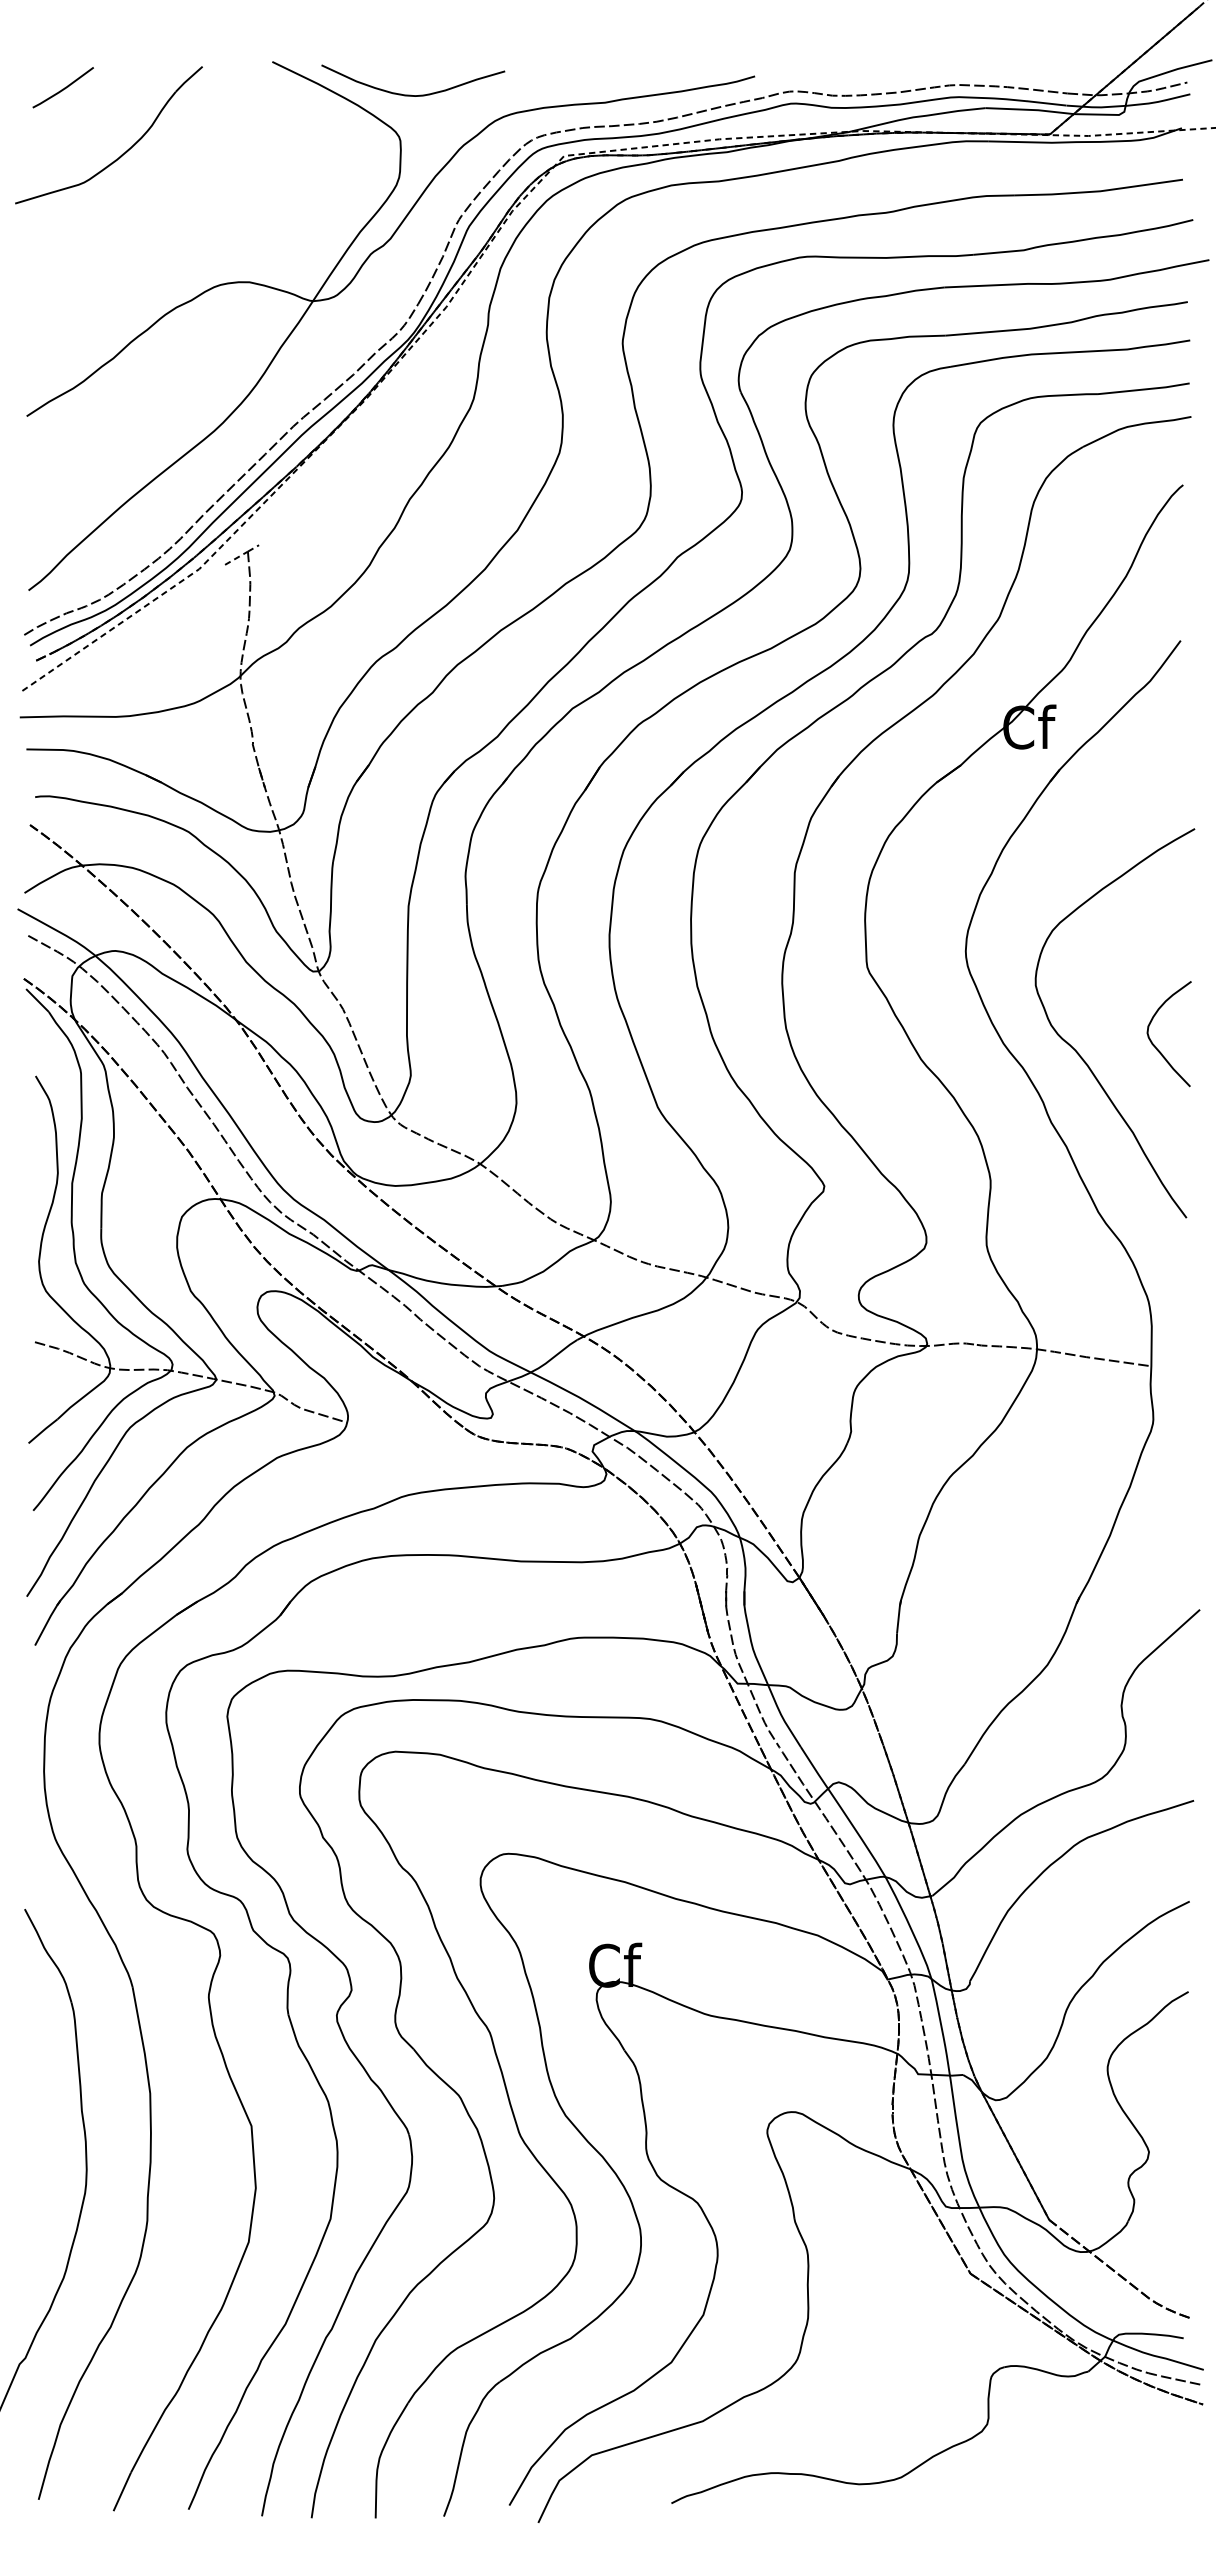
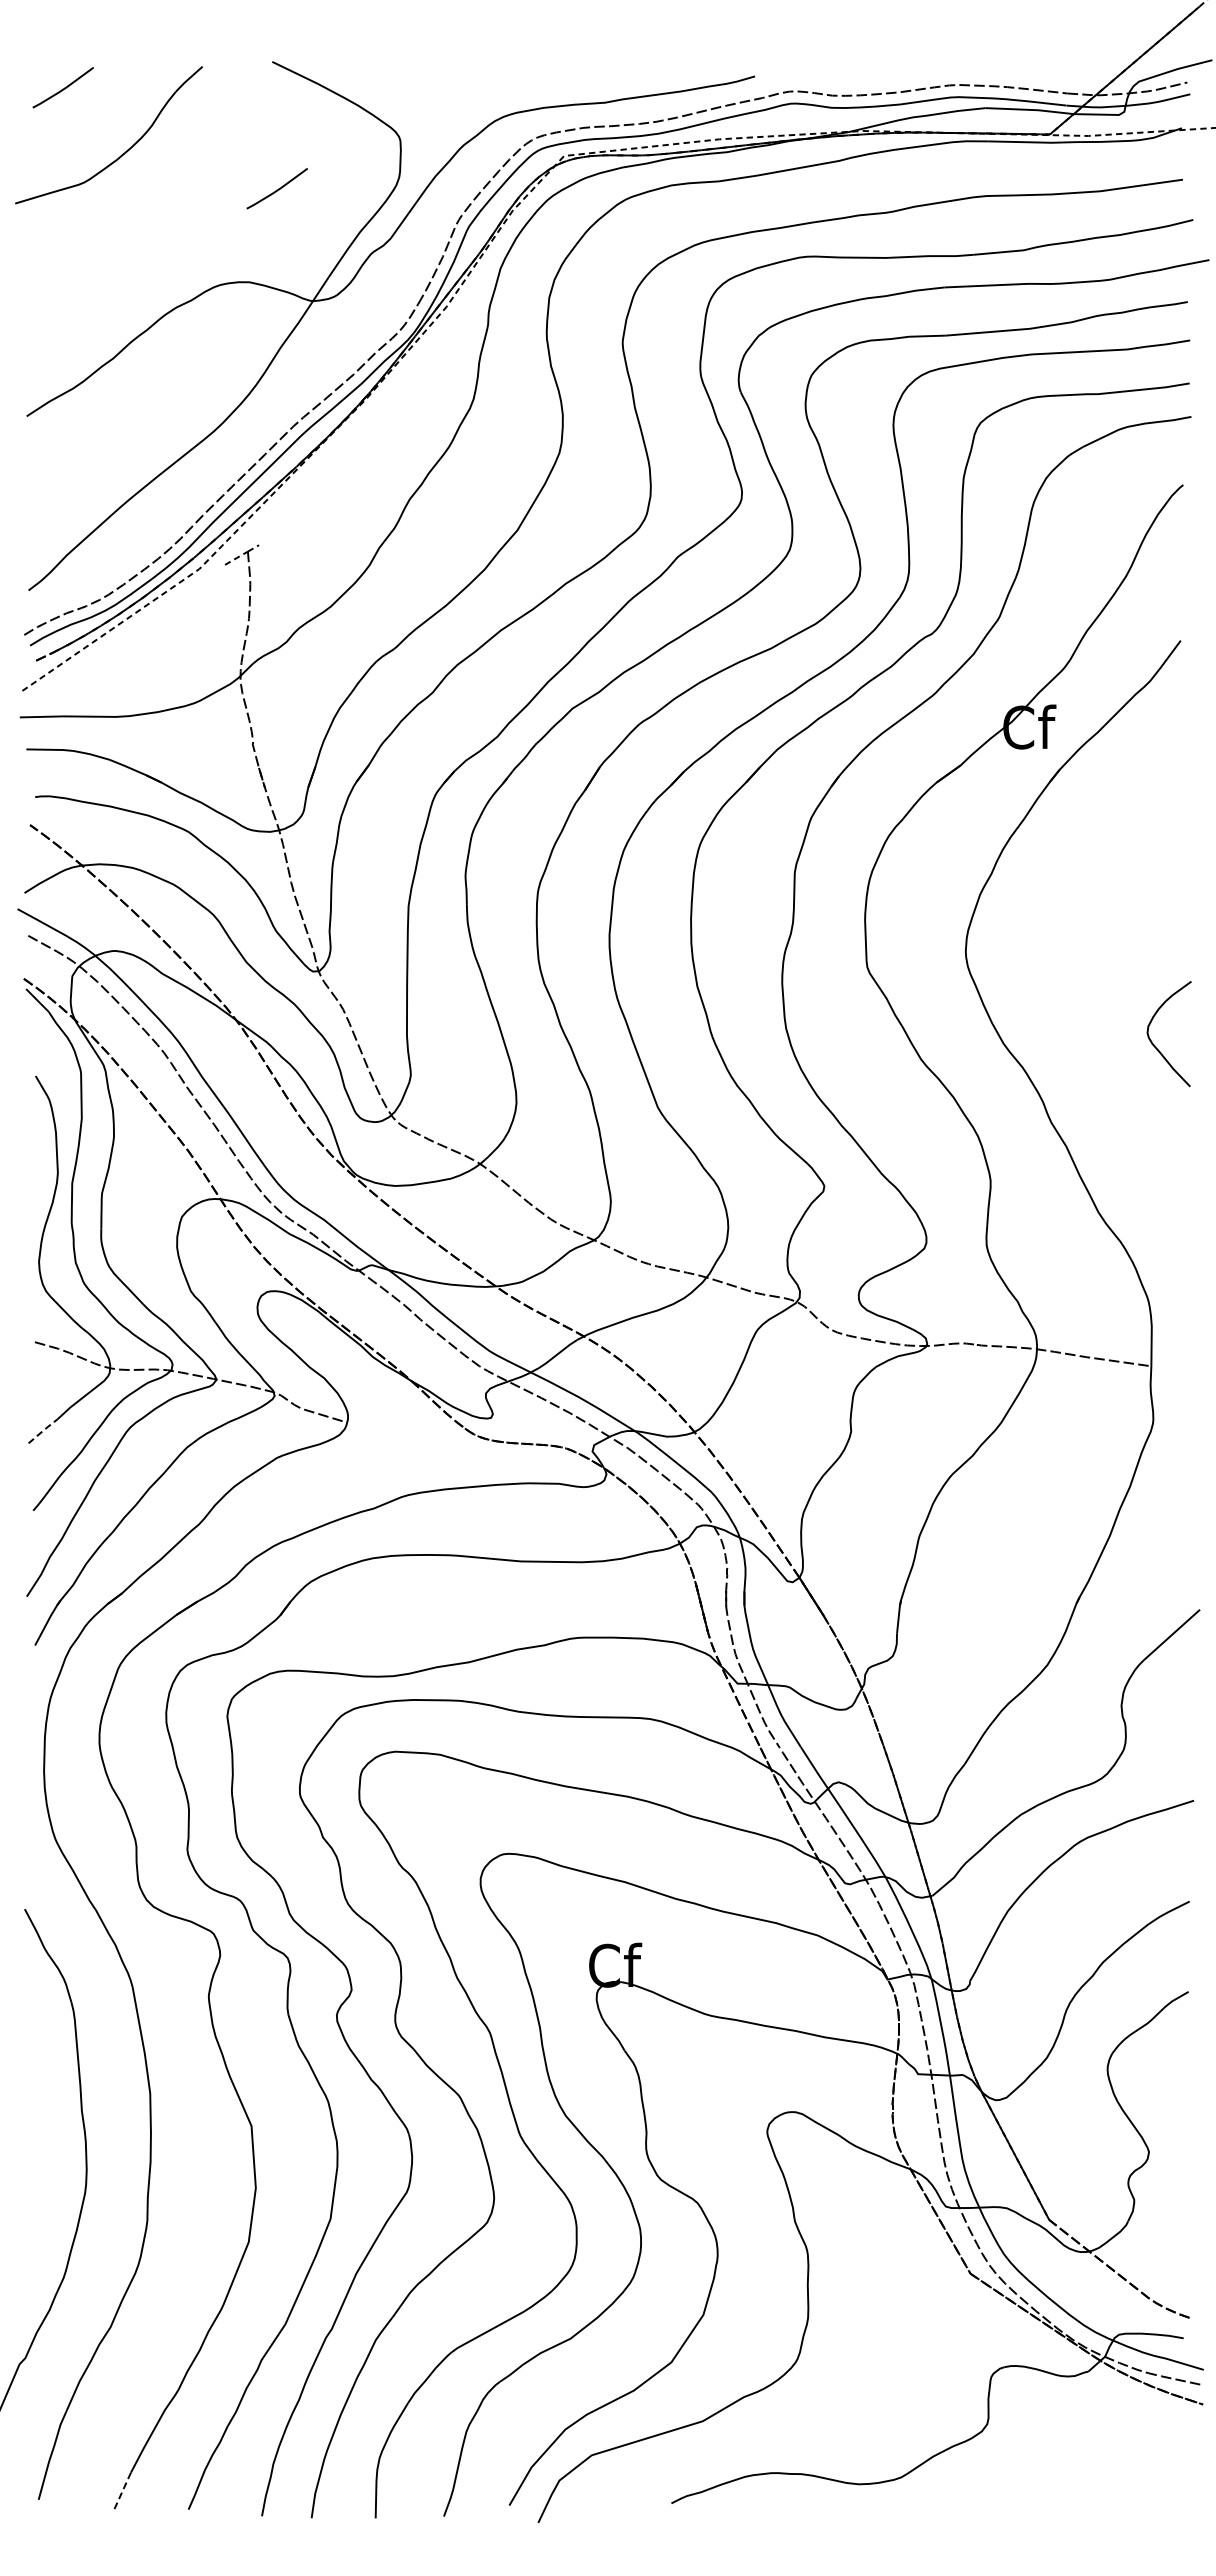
curve at (410, 94): present -> none
line at (277, 189): none -> present
curve at (1079, 1053): present -> none
line at (43, 1430): solid -> dashed
line at (122, 2492): solid -> dashed
